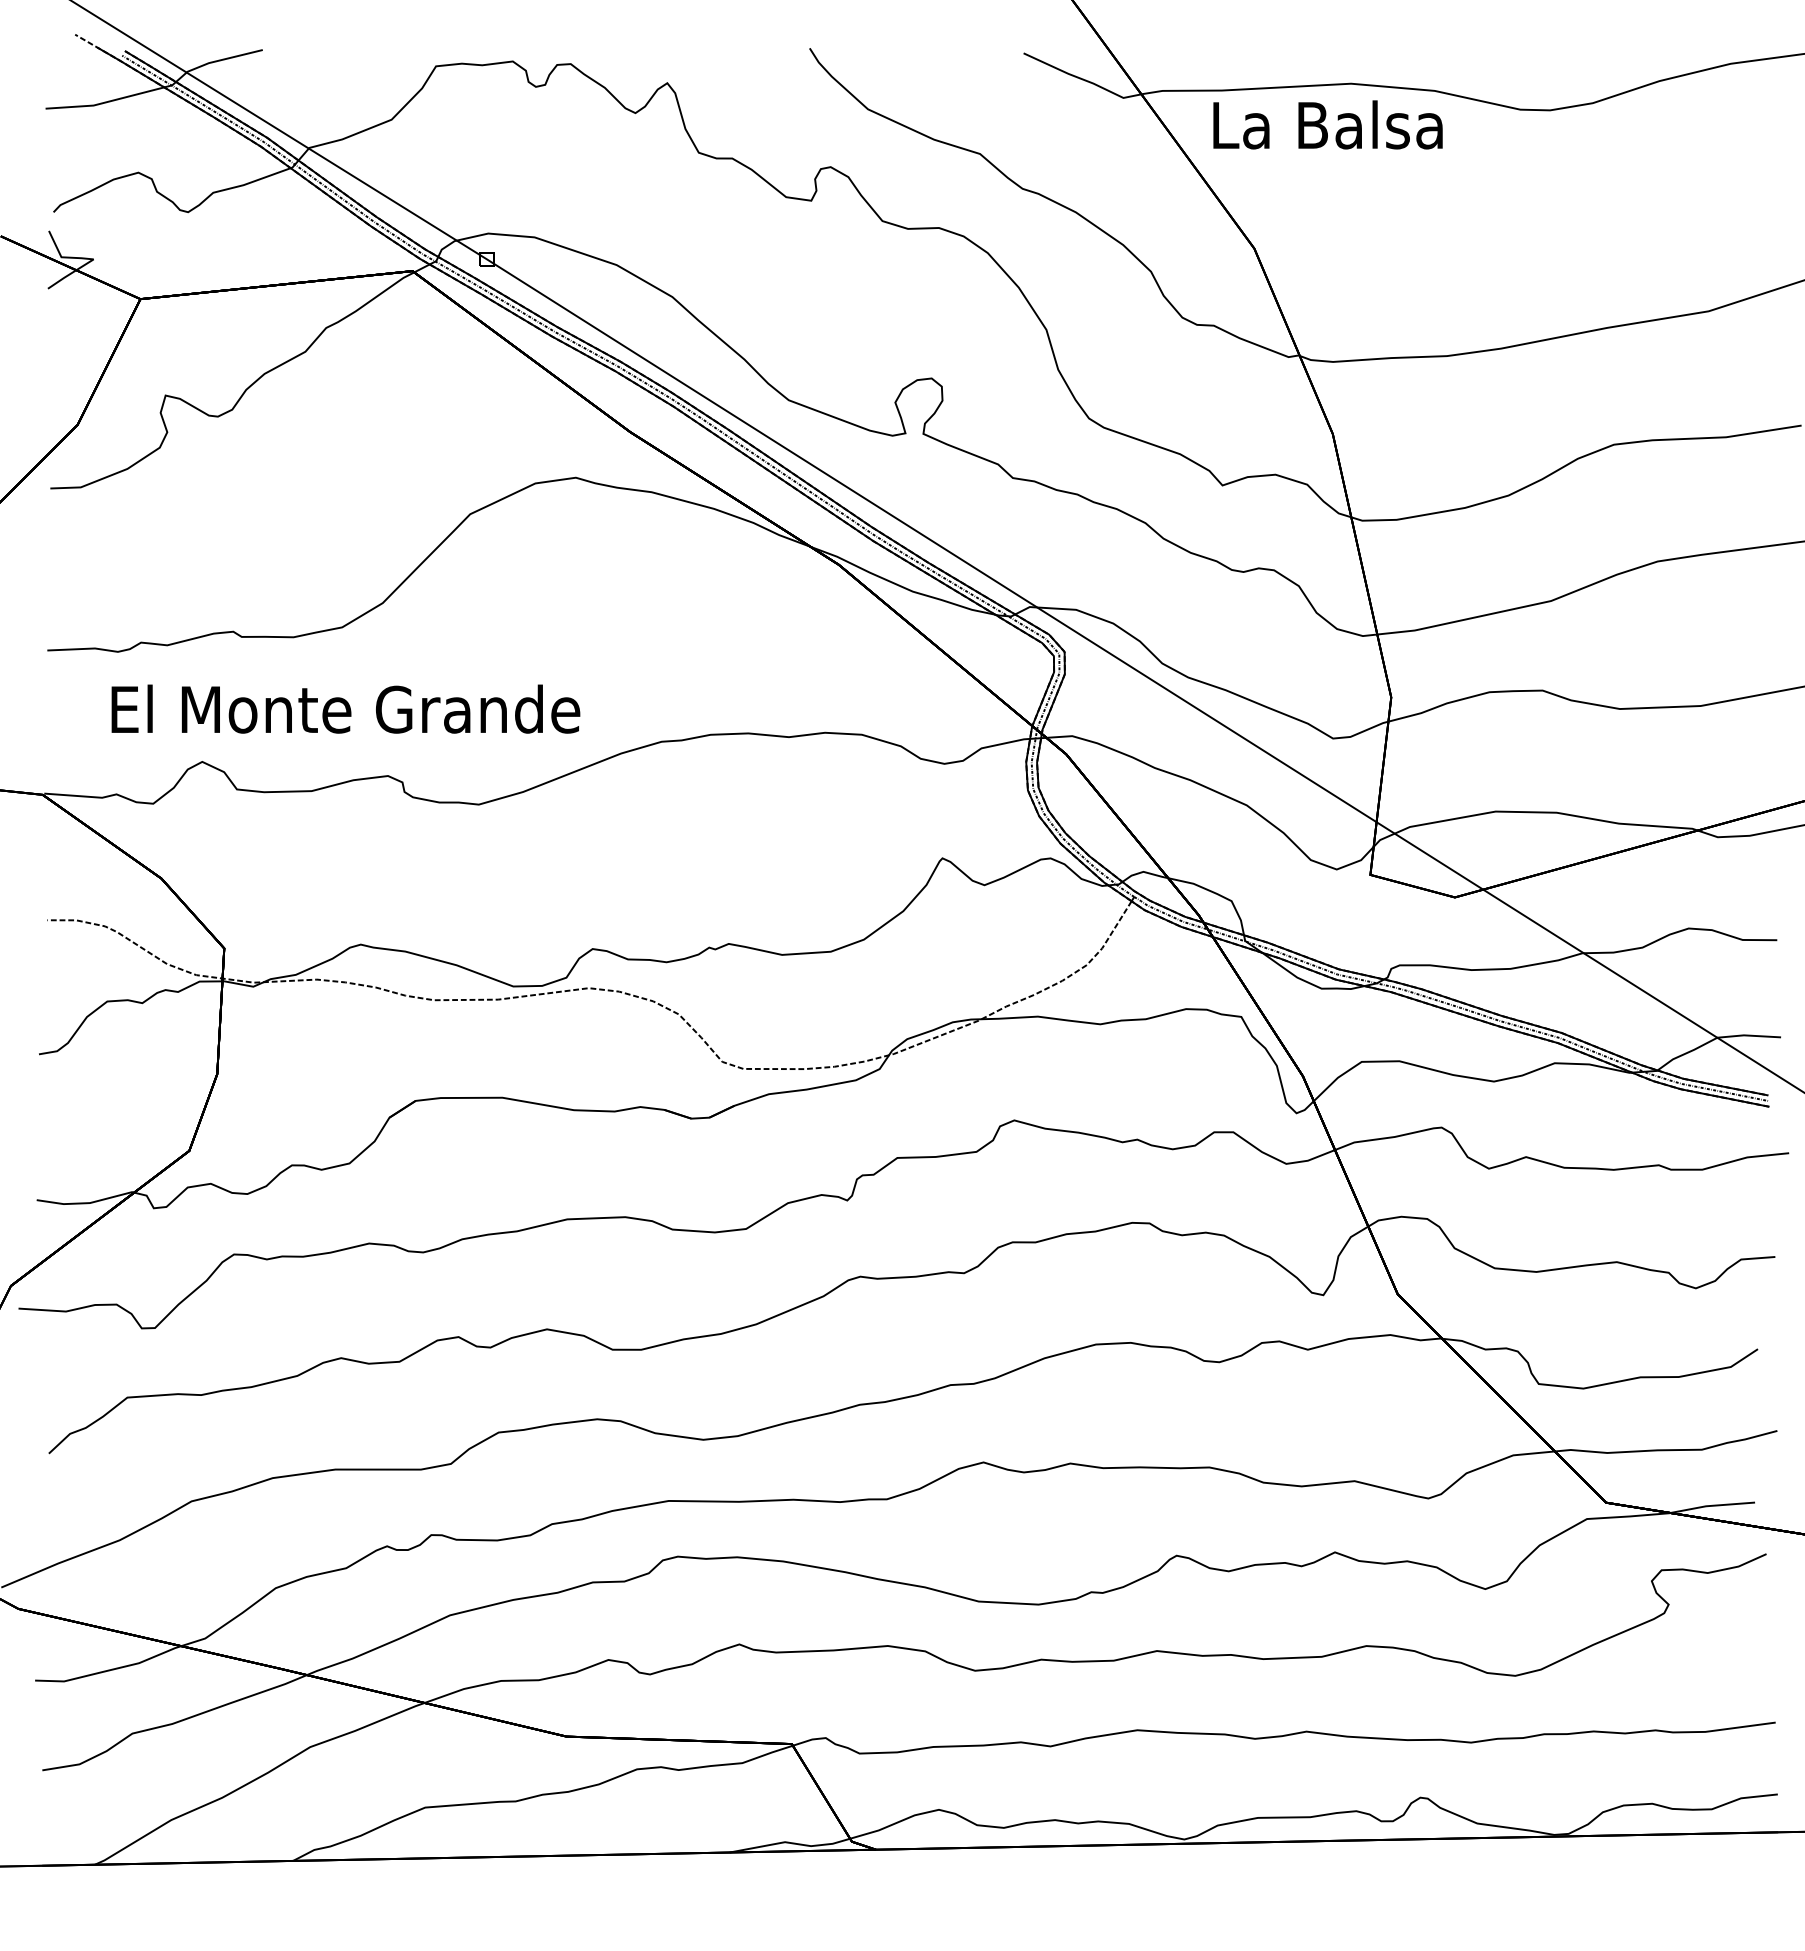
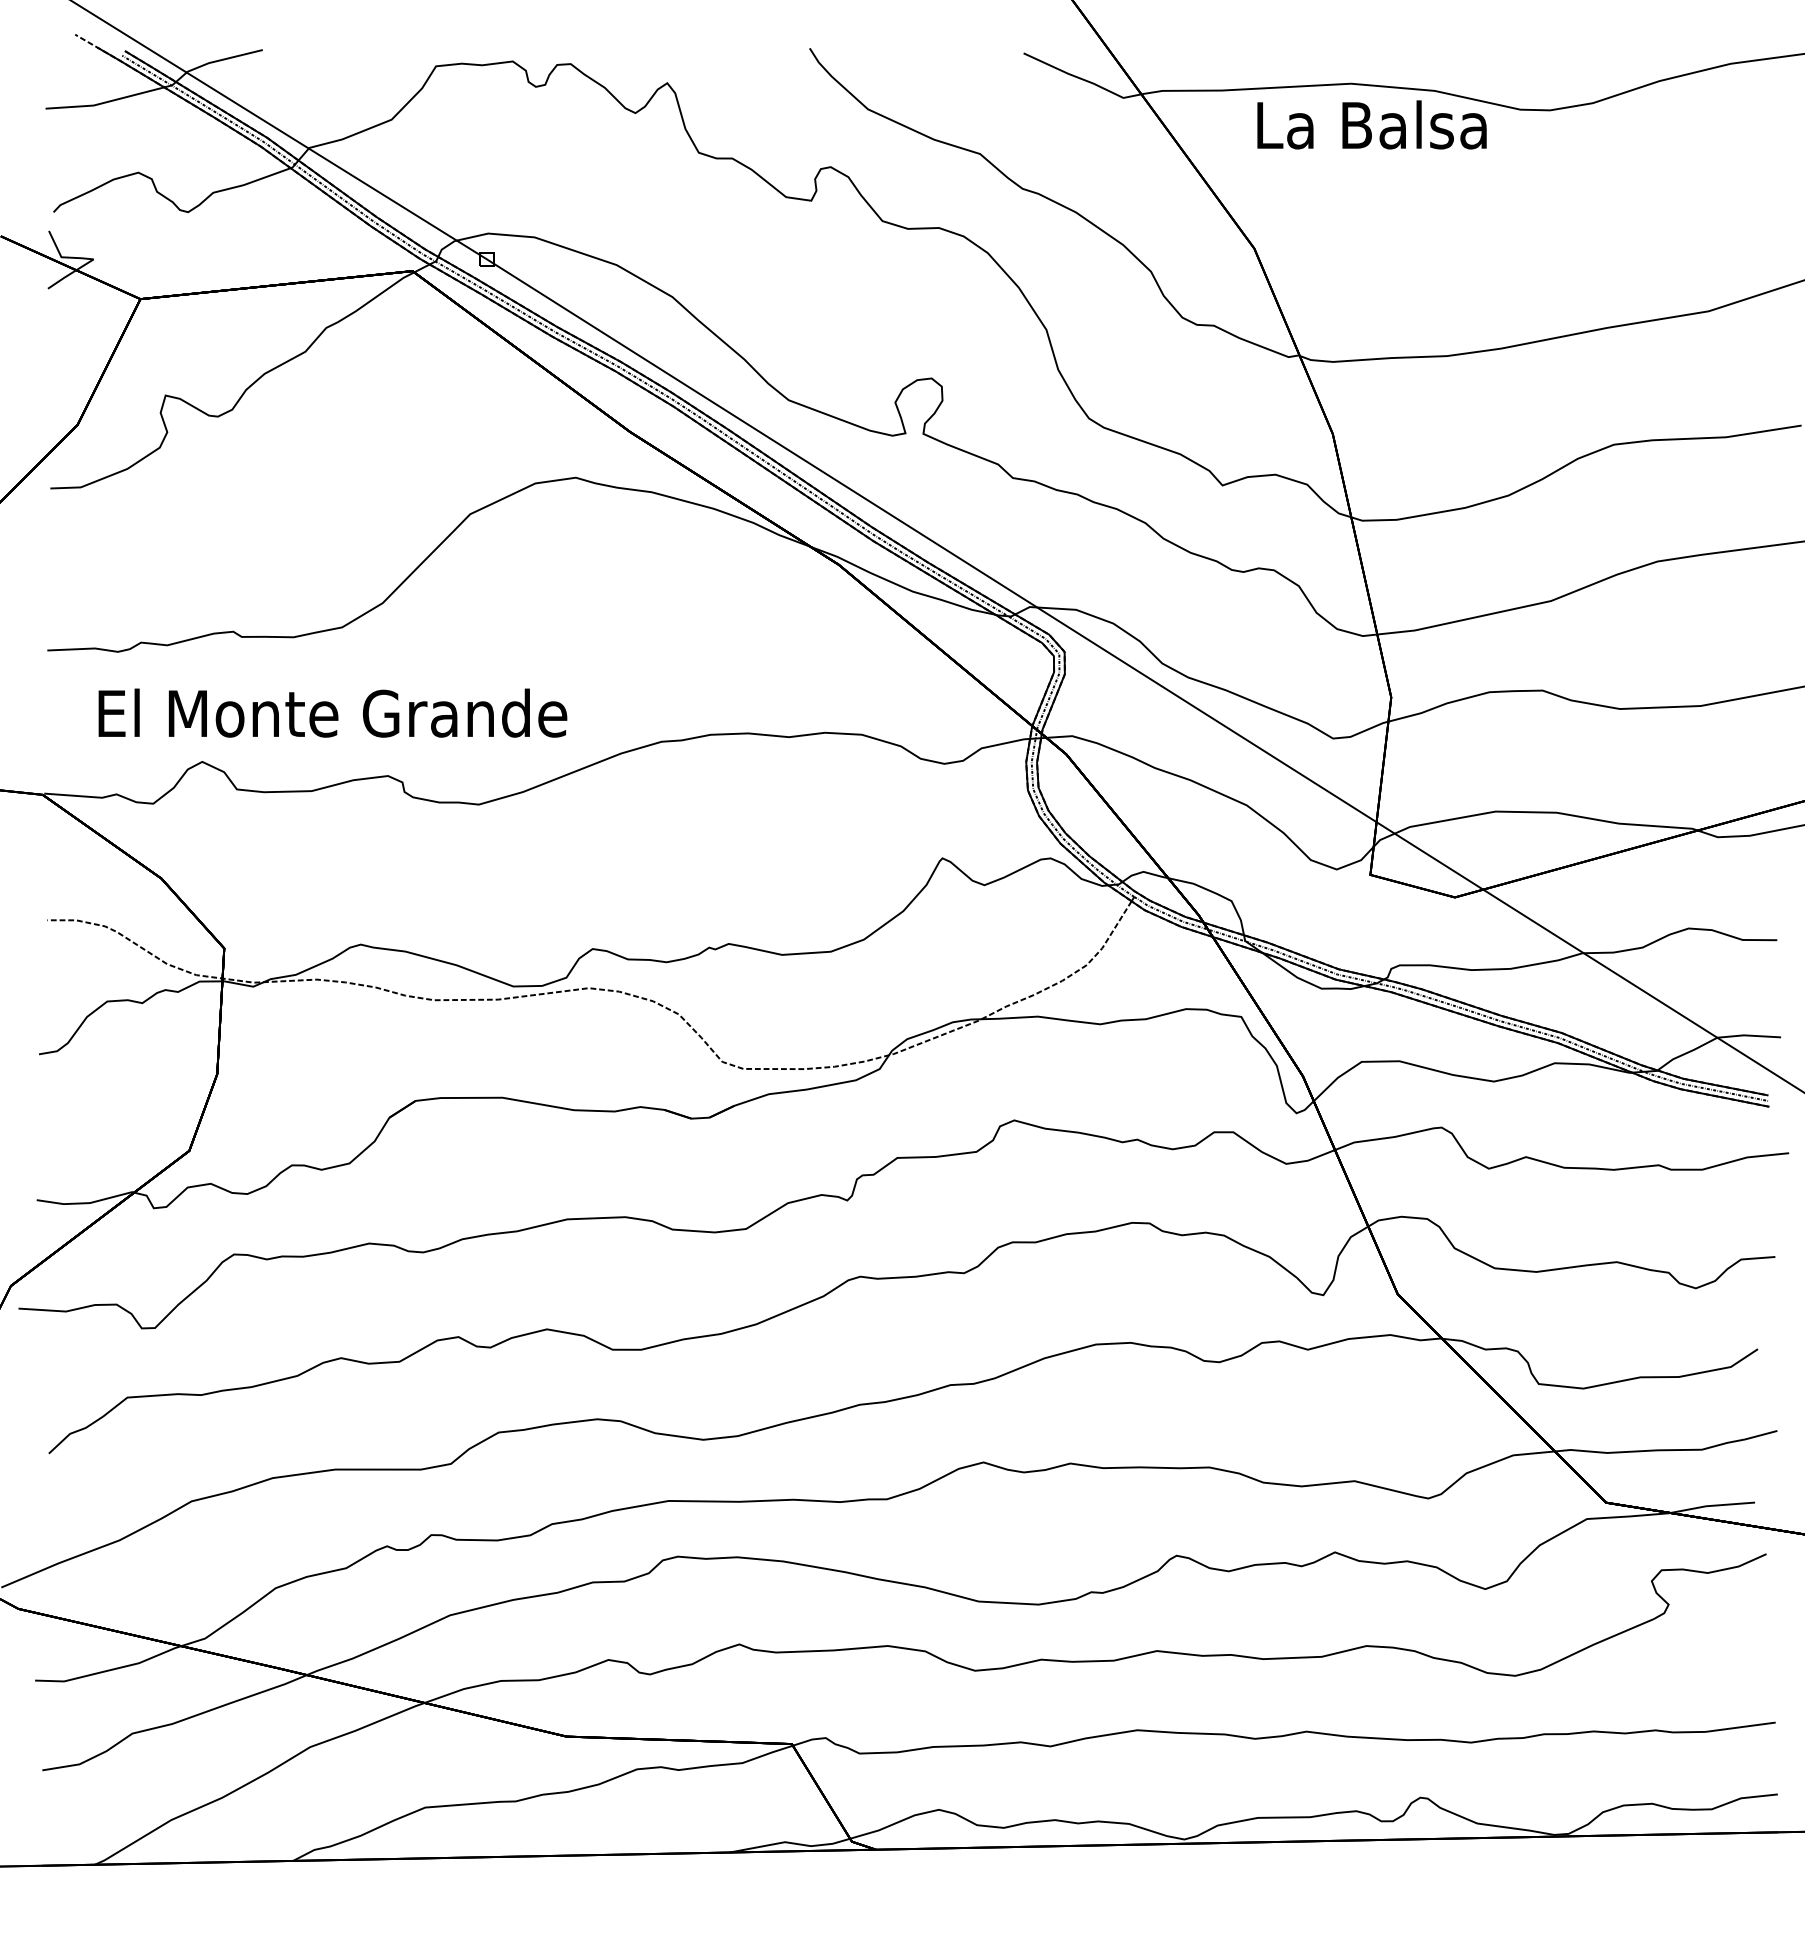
text at (1327, 124) position: (1327, 124) -> (1371, 124)
text at (345, 708) position: (345, 708) -> (332, 712)
